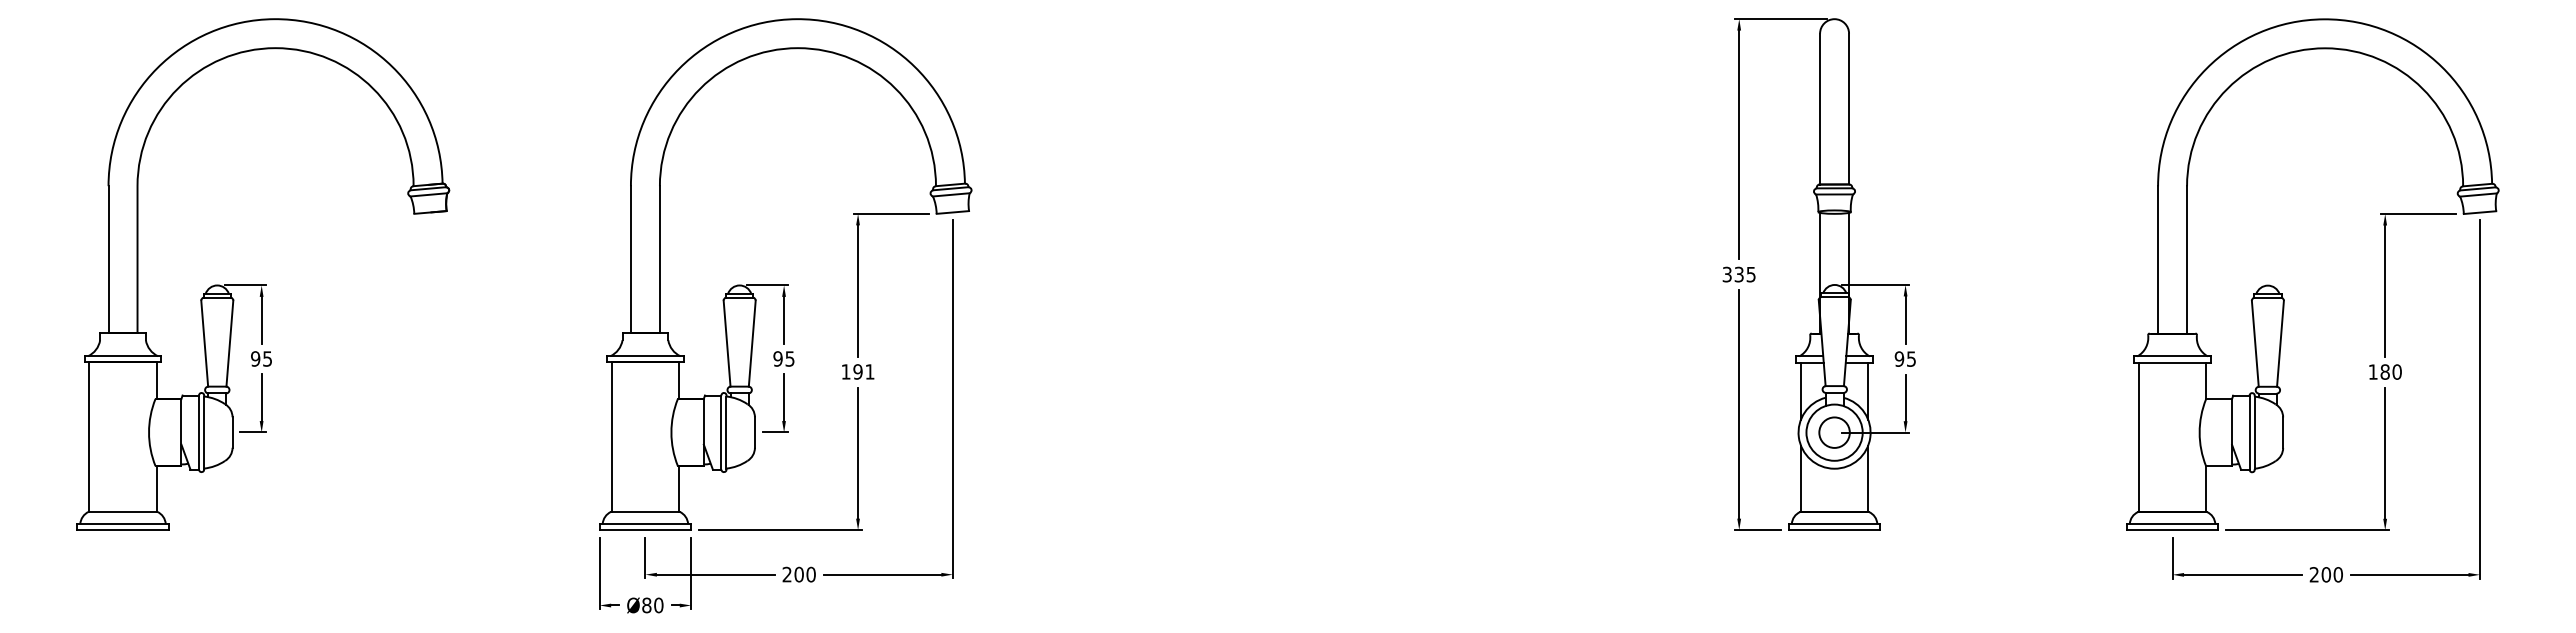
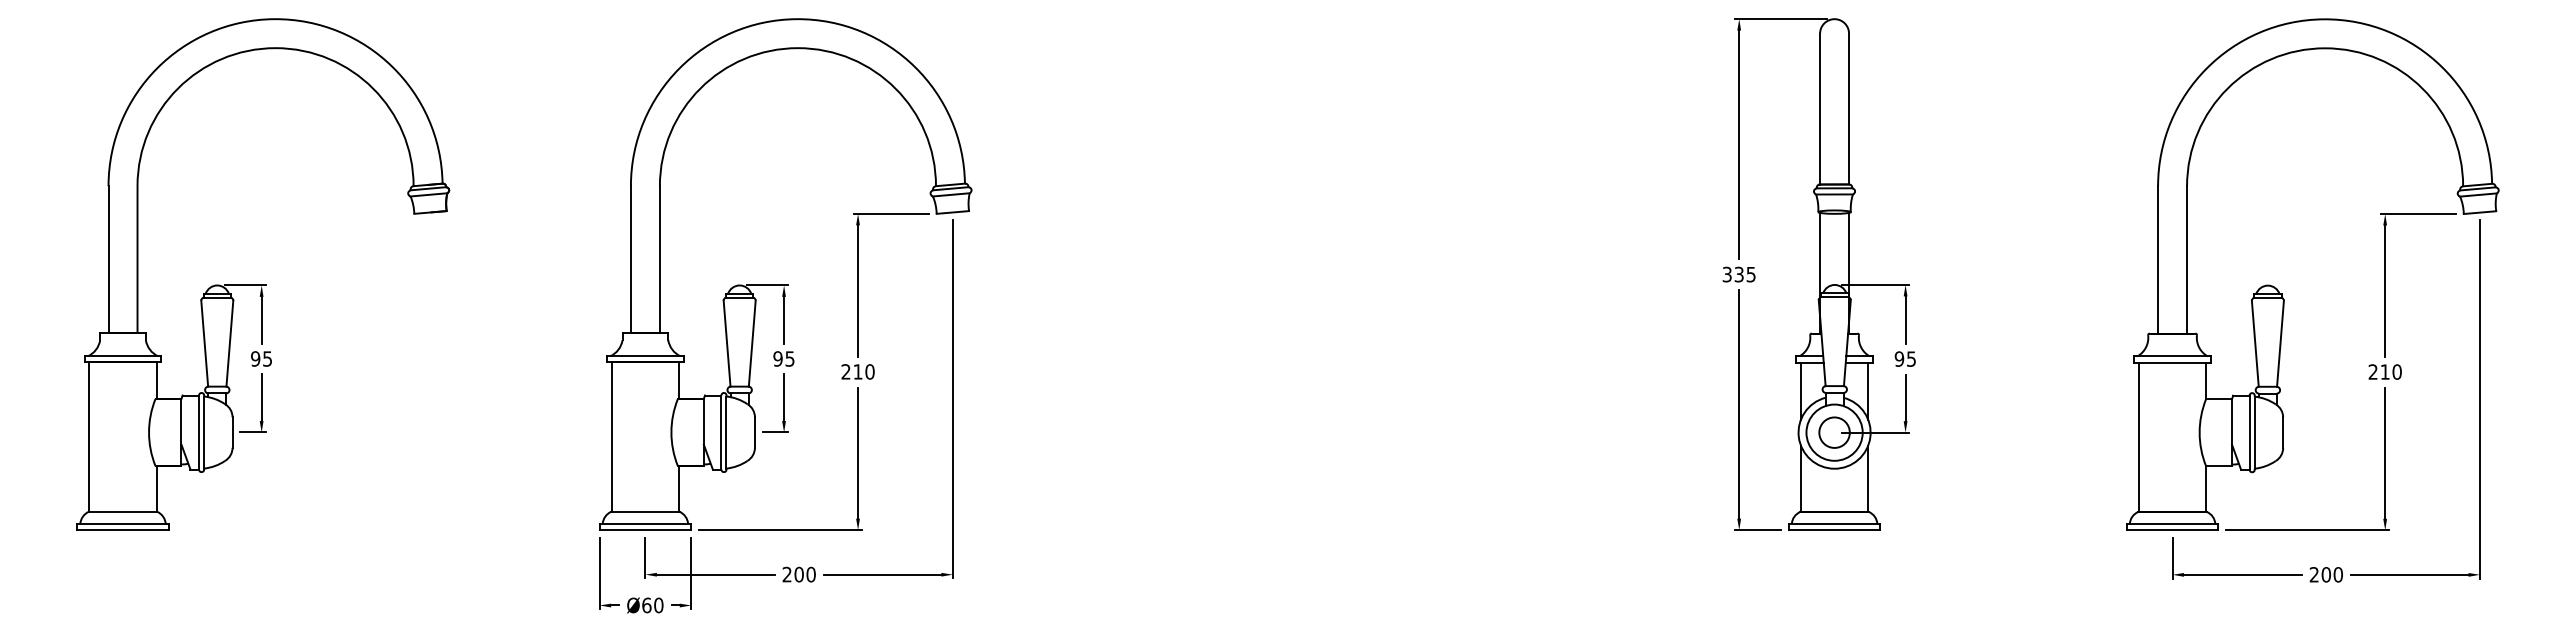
text at (857, 371): 191 -> 210
text at (2378, 371): 180 -> 210
text at (646, 605): Ø80 -> Ø60
